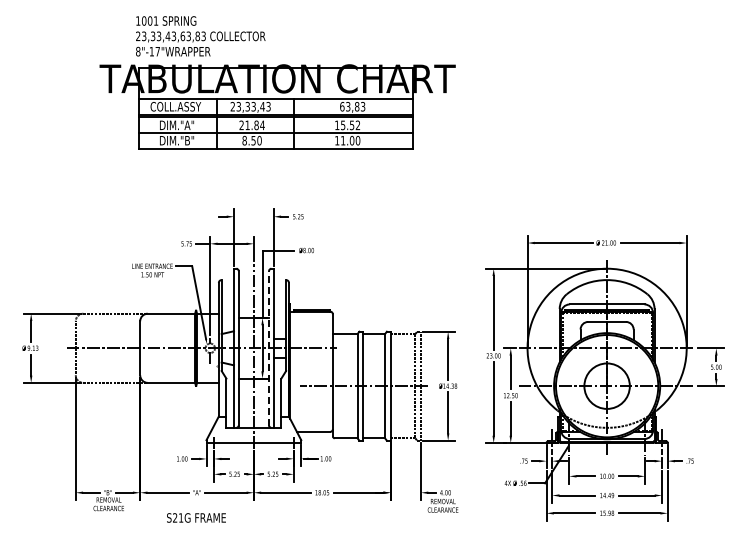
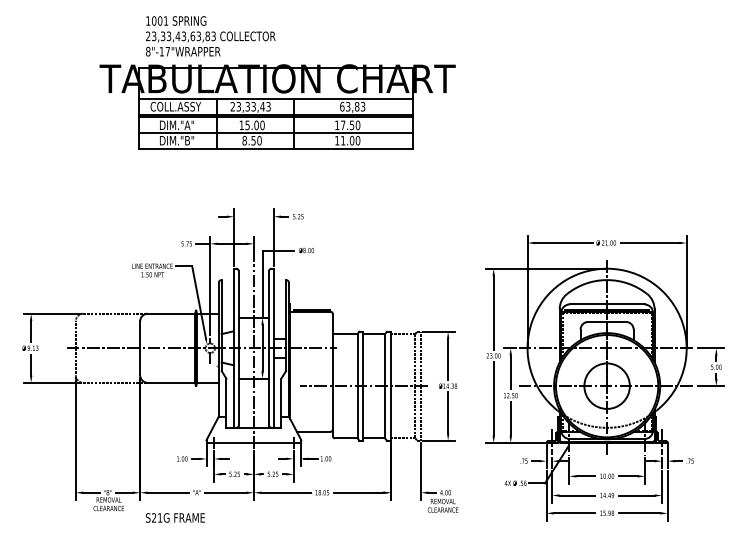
text at (200, 36) position: (200, 36) -> (210, 36)
text at (251, 125): 21.84 -> 15.00
text at (350, 125): 15.52 -> 17.50
line at (269, 347): dashed -> solid
text at (196, 517) position: (196, 517) -> (175, 517)
